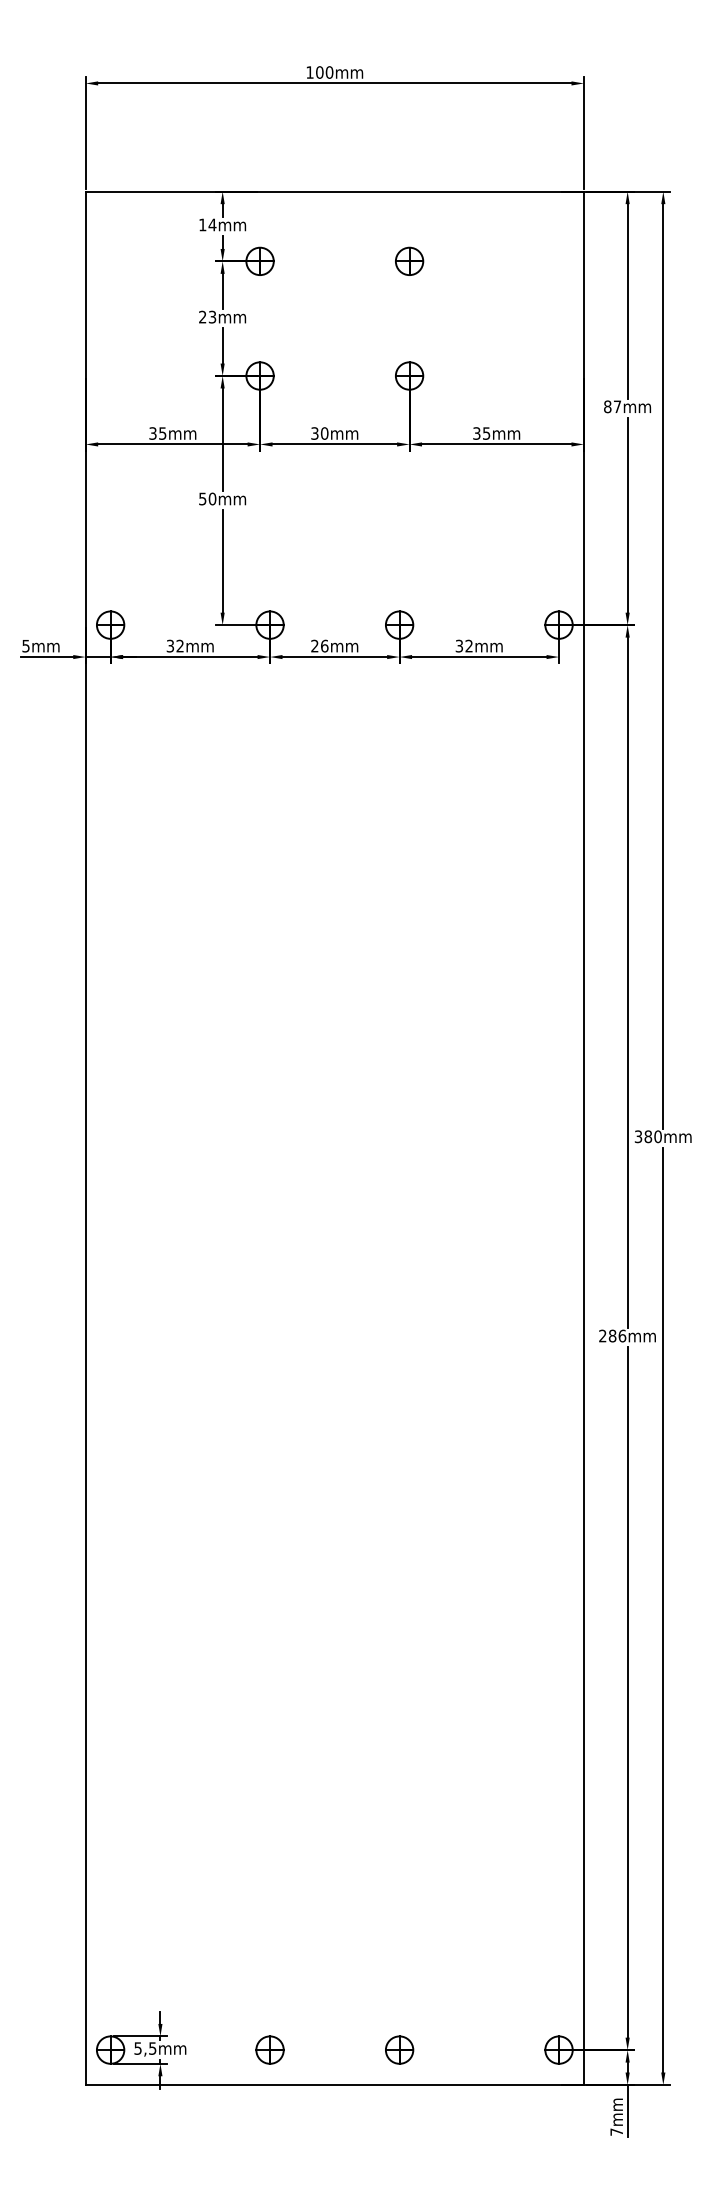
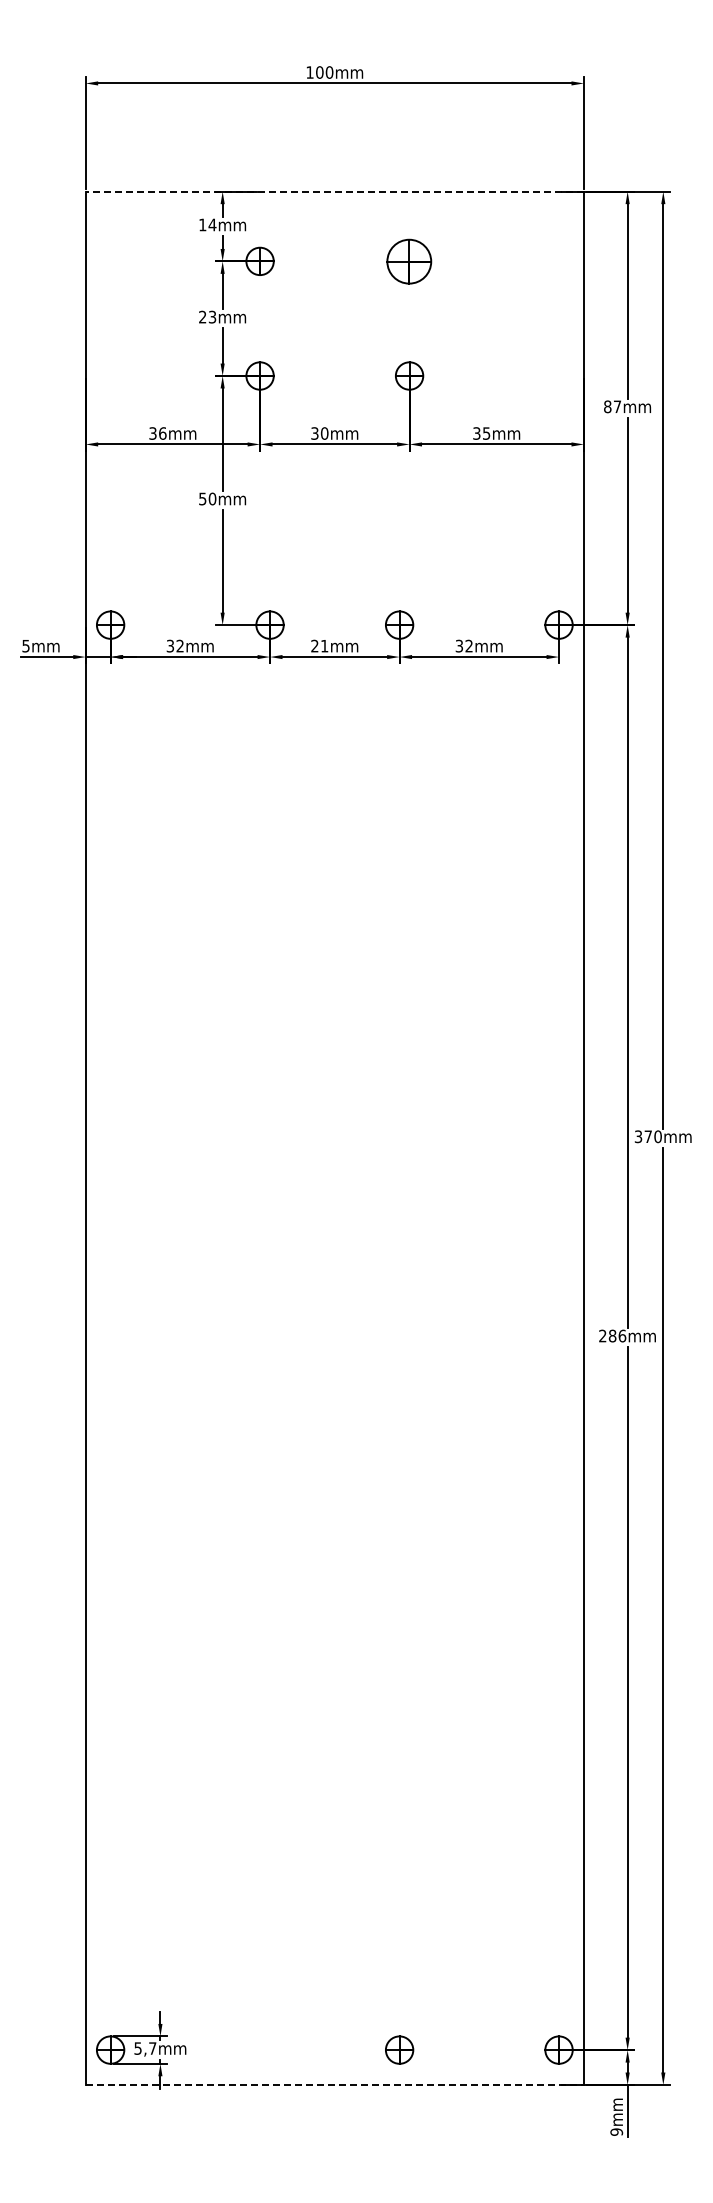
line at (334, 191): solid -> dashed
part at (409, 260) size: 30x30 px -> 47x47 px
text at (162, 433): 35mm -> 36mm
text at (324, 645): 26mm -> 21mm
text at (648, 1136): 380mm -> 370mm
text at (152, 2048): 5,5mm -> 5,7mm
part at (269, 2049): present -> none
line at (335, 2084): solid -> dashed
text at (616, 2131): 7mm -> 9mm
